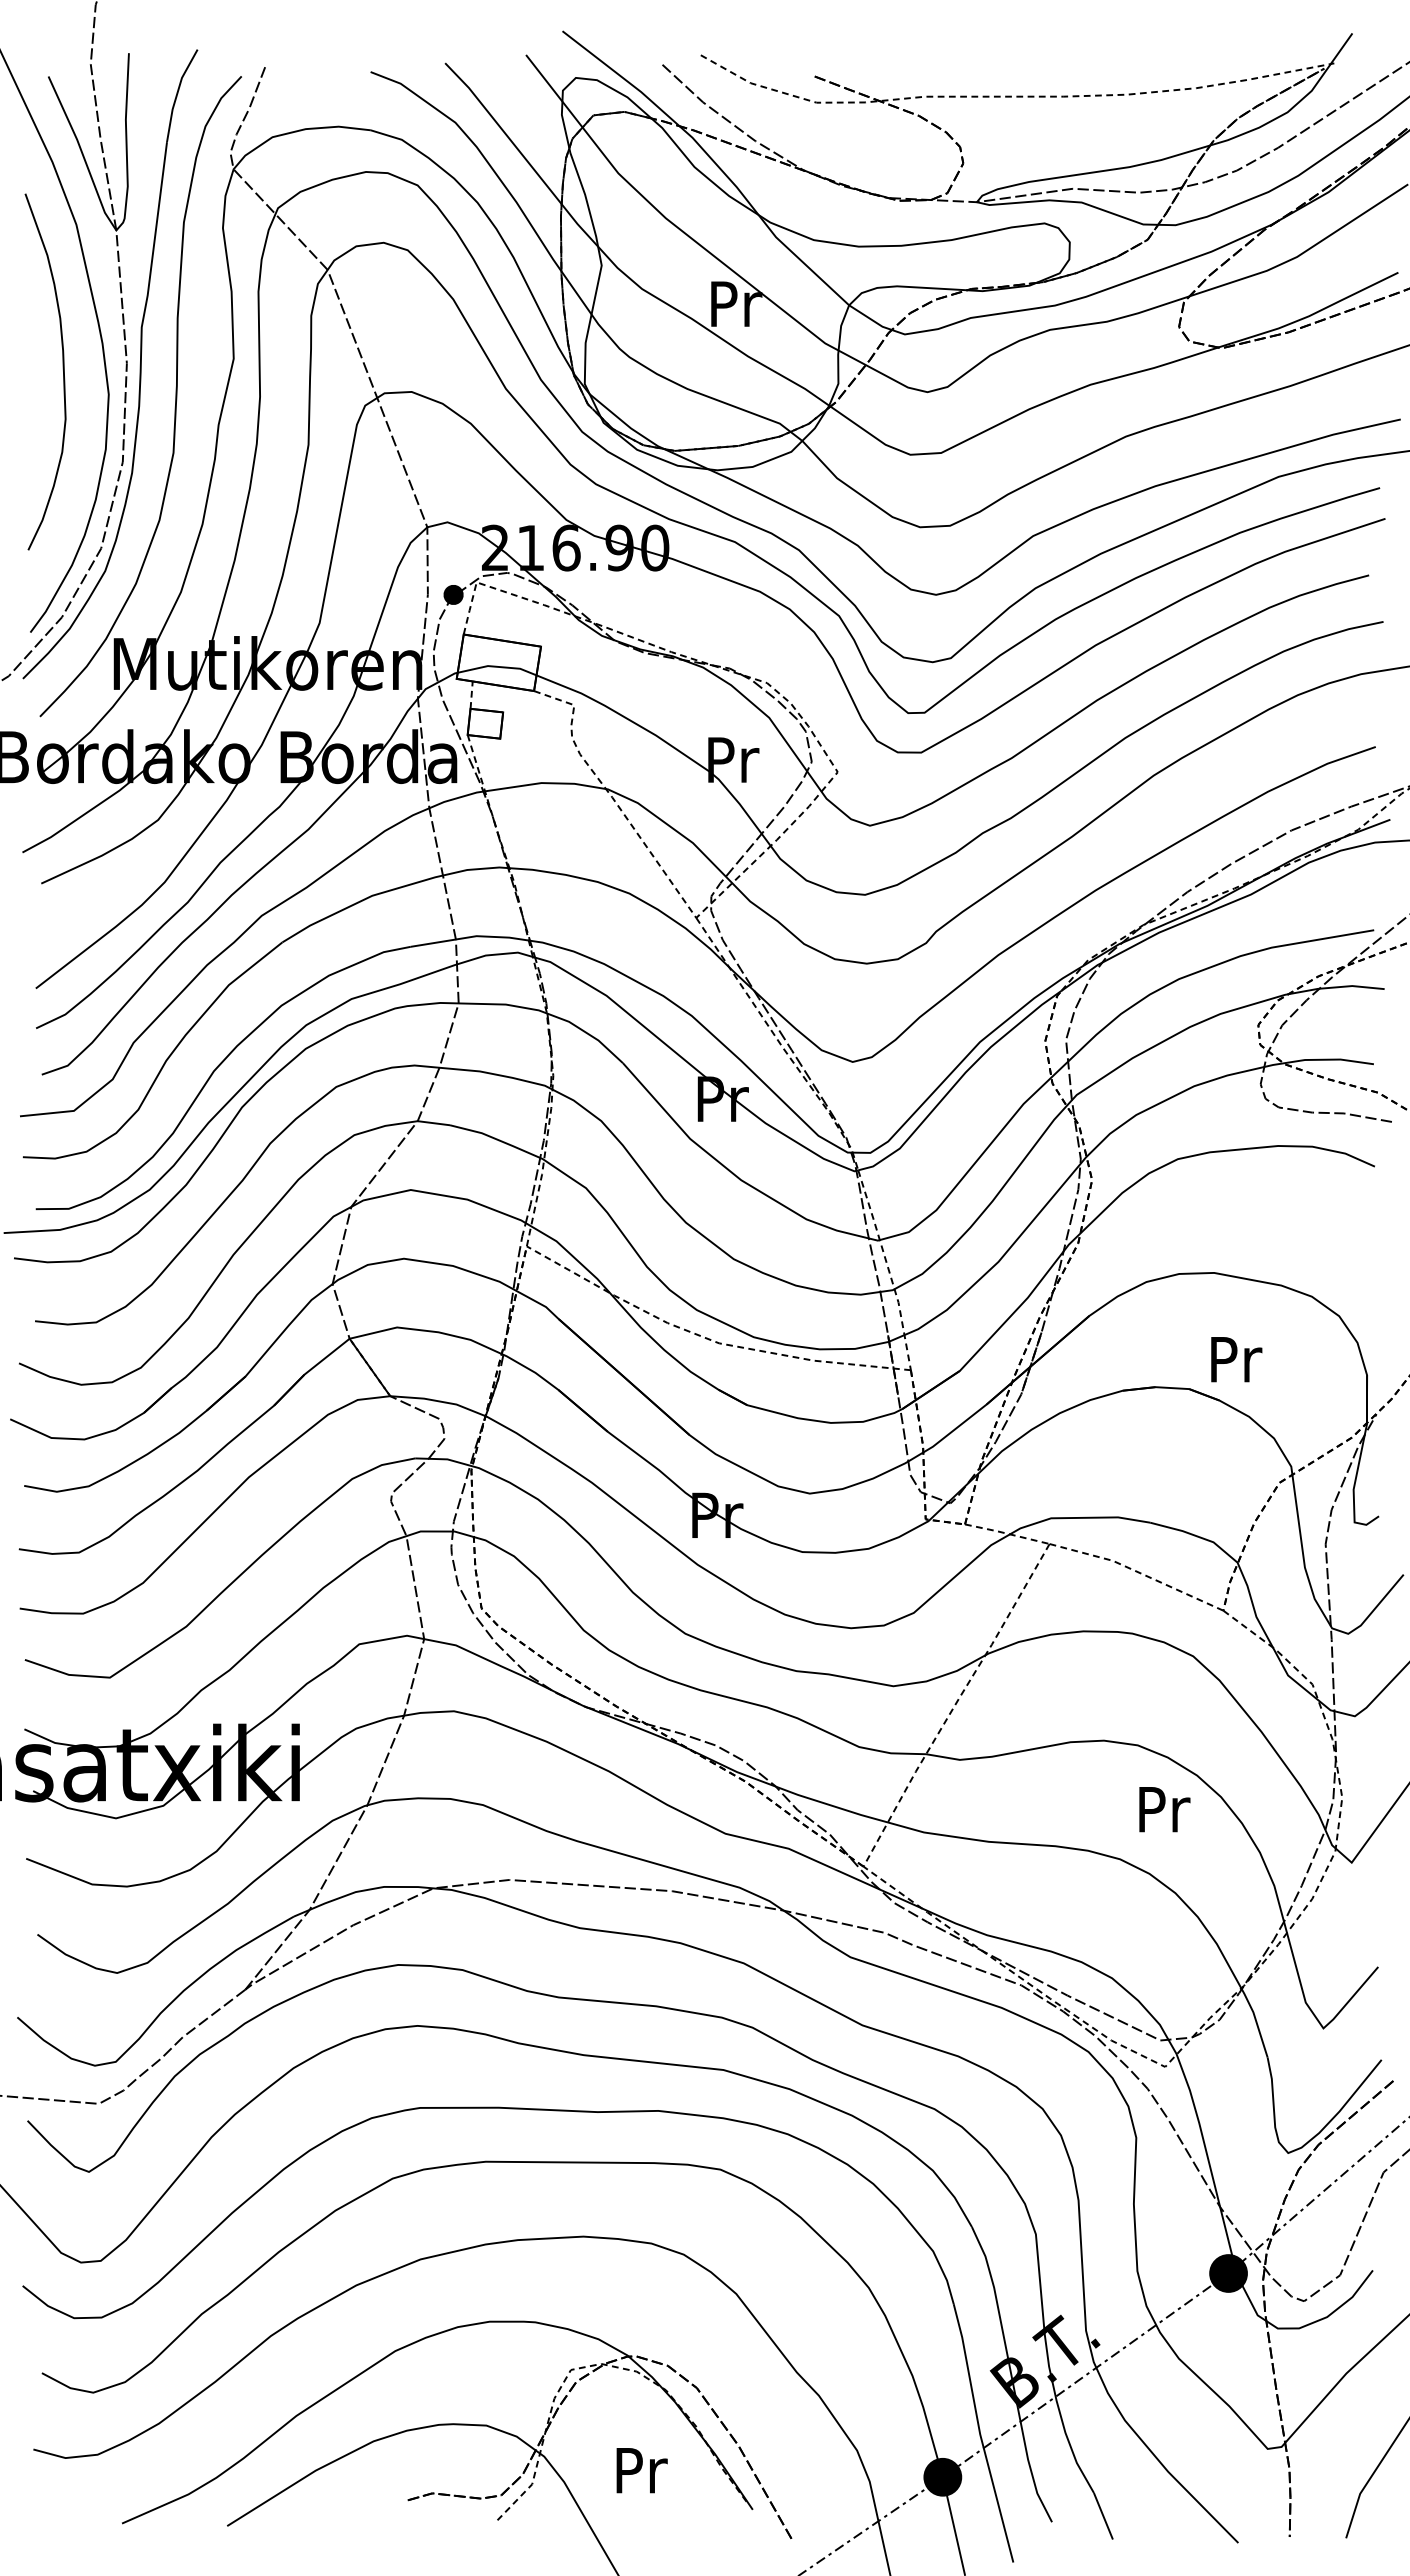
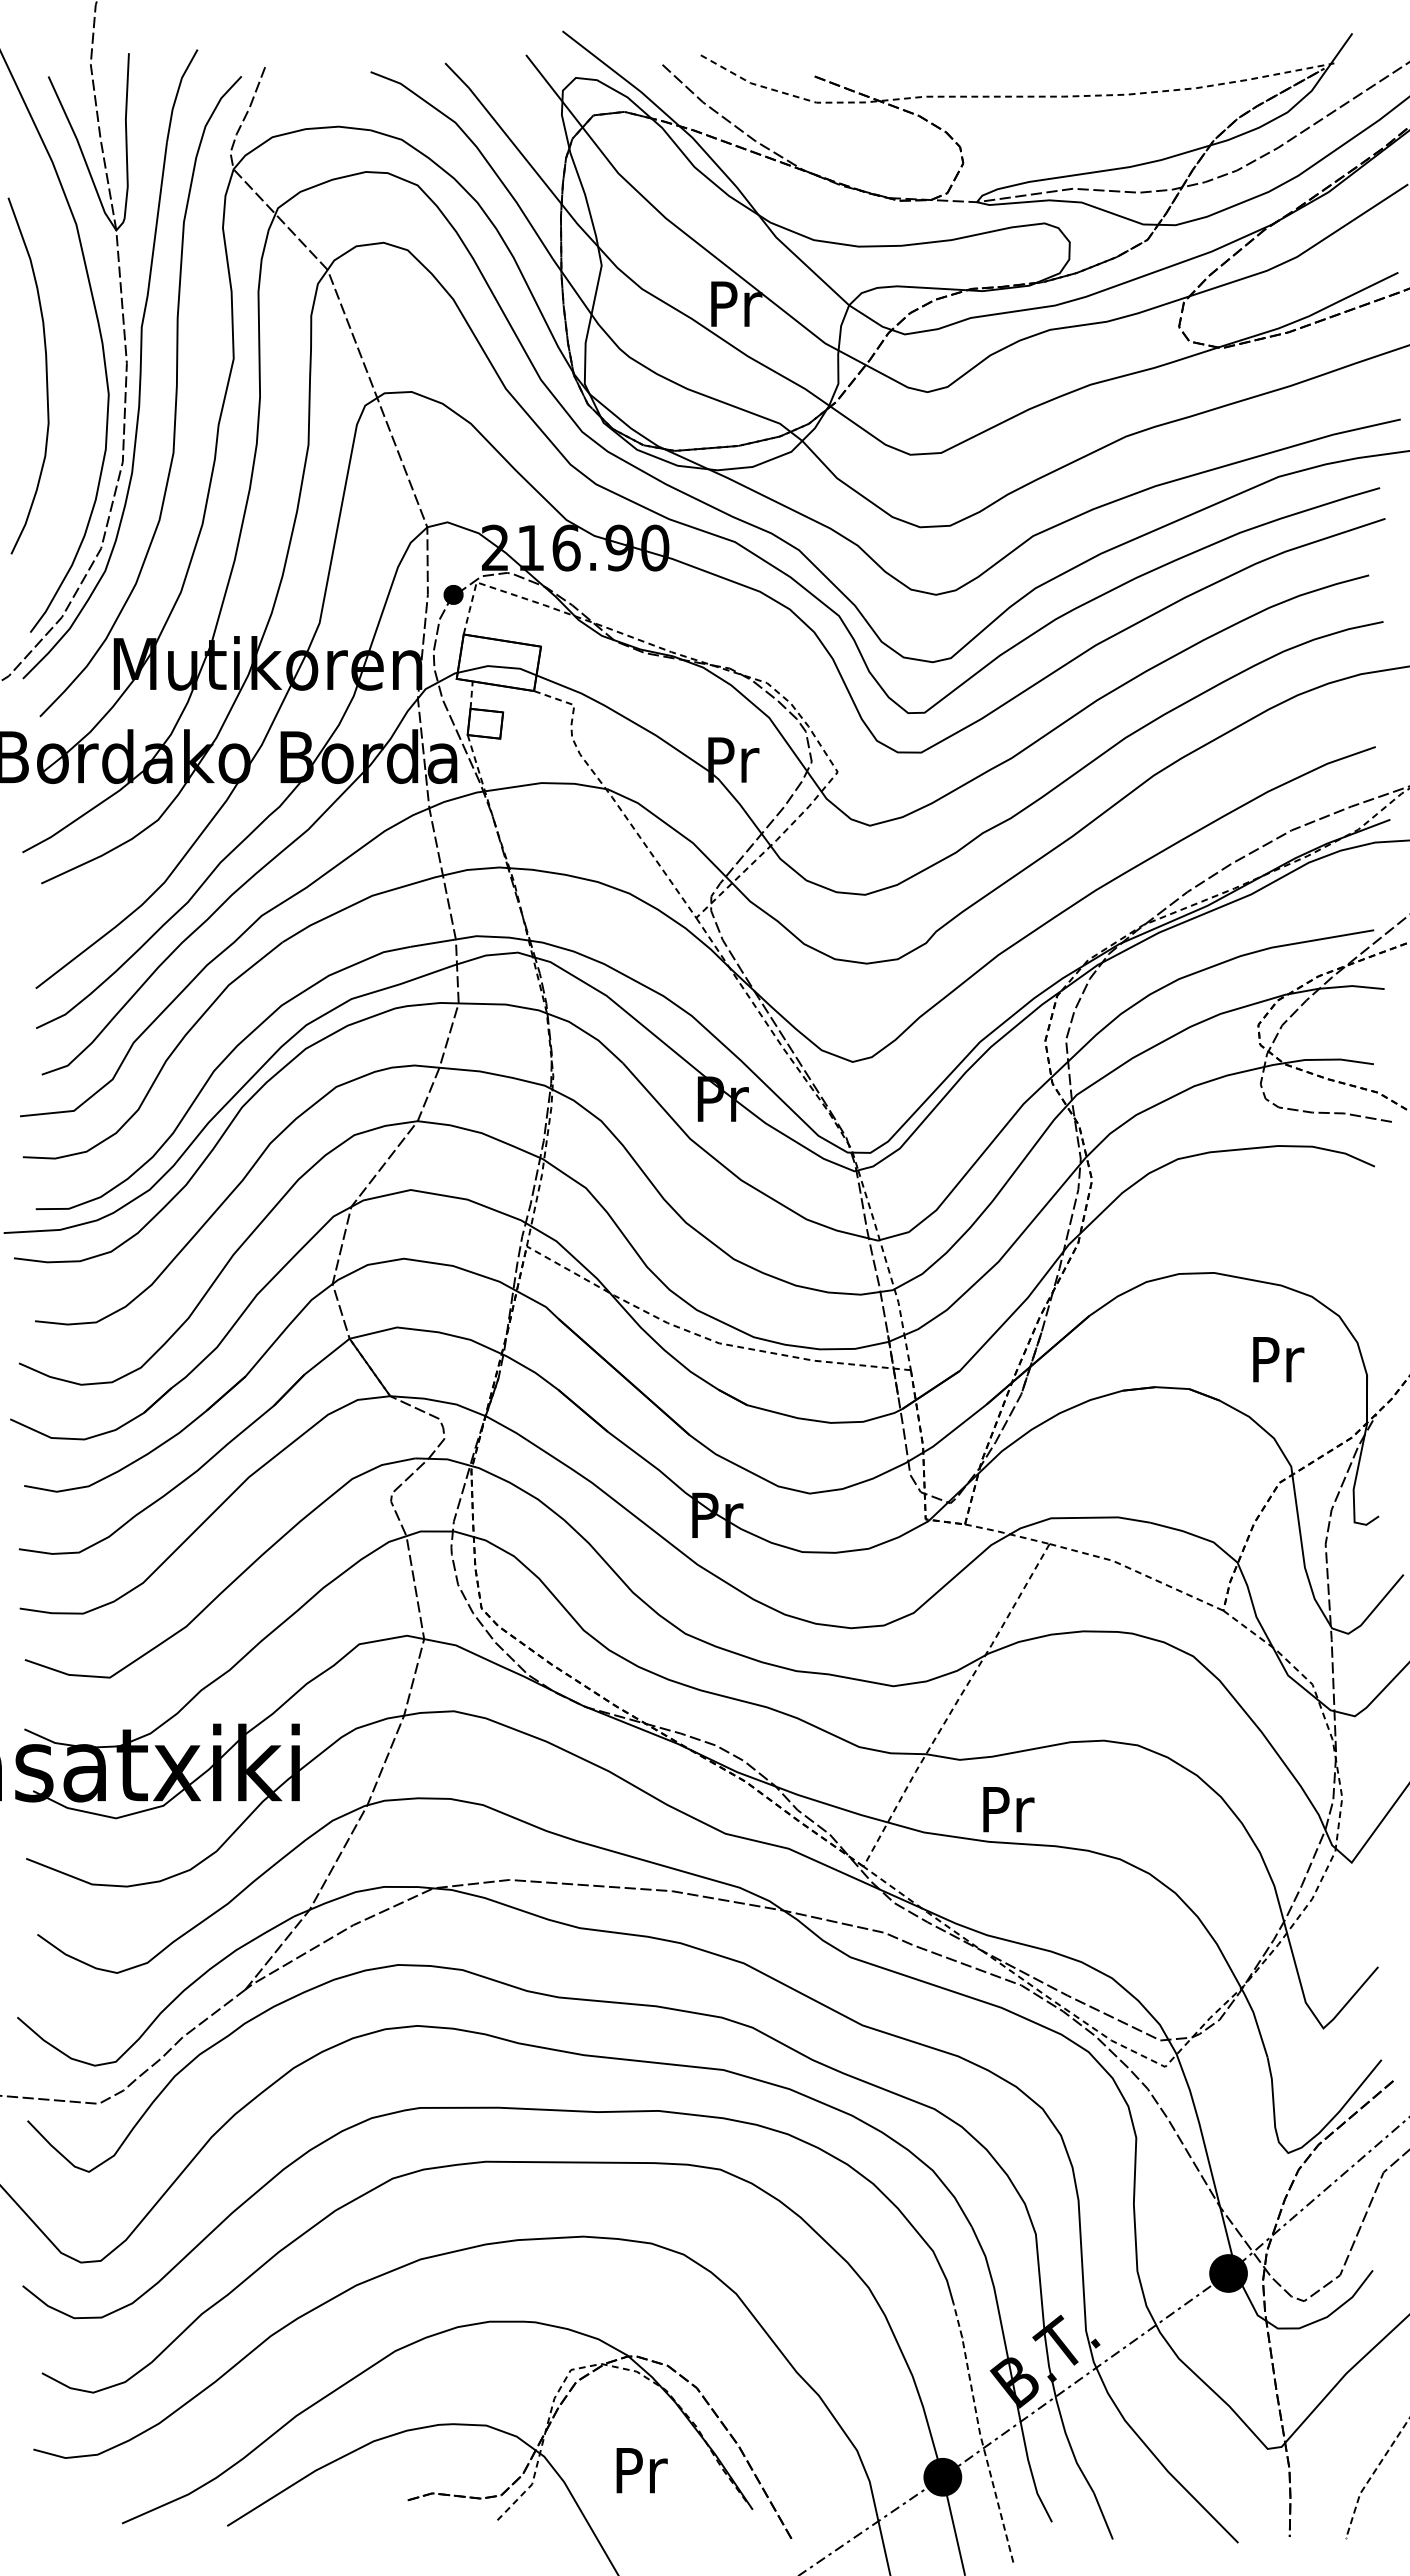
curve at (62, 369) position: (62, 369) -> (45, 373)
text at (1236, 1359) position: (1236, 1359) -> (1278, 1359)
text at (1164, 1809) position: (1164, 1809) -> (1008, 1809)
line at (980, 2433): solid -> dashed
line at (1371, 2476): solid -> dashed
